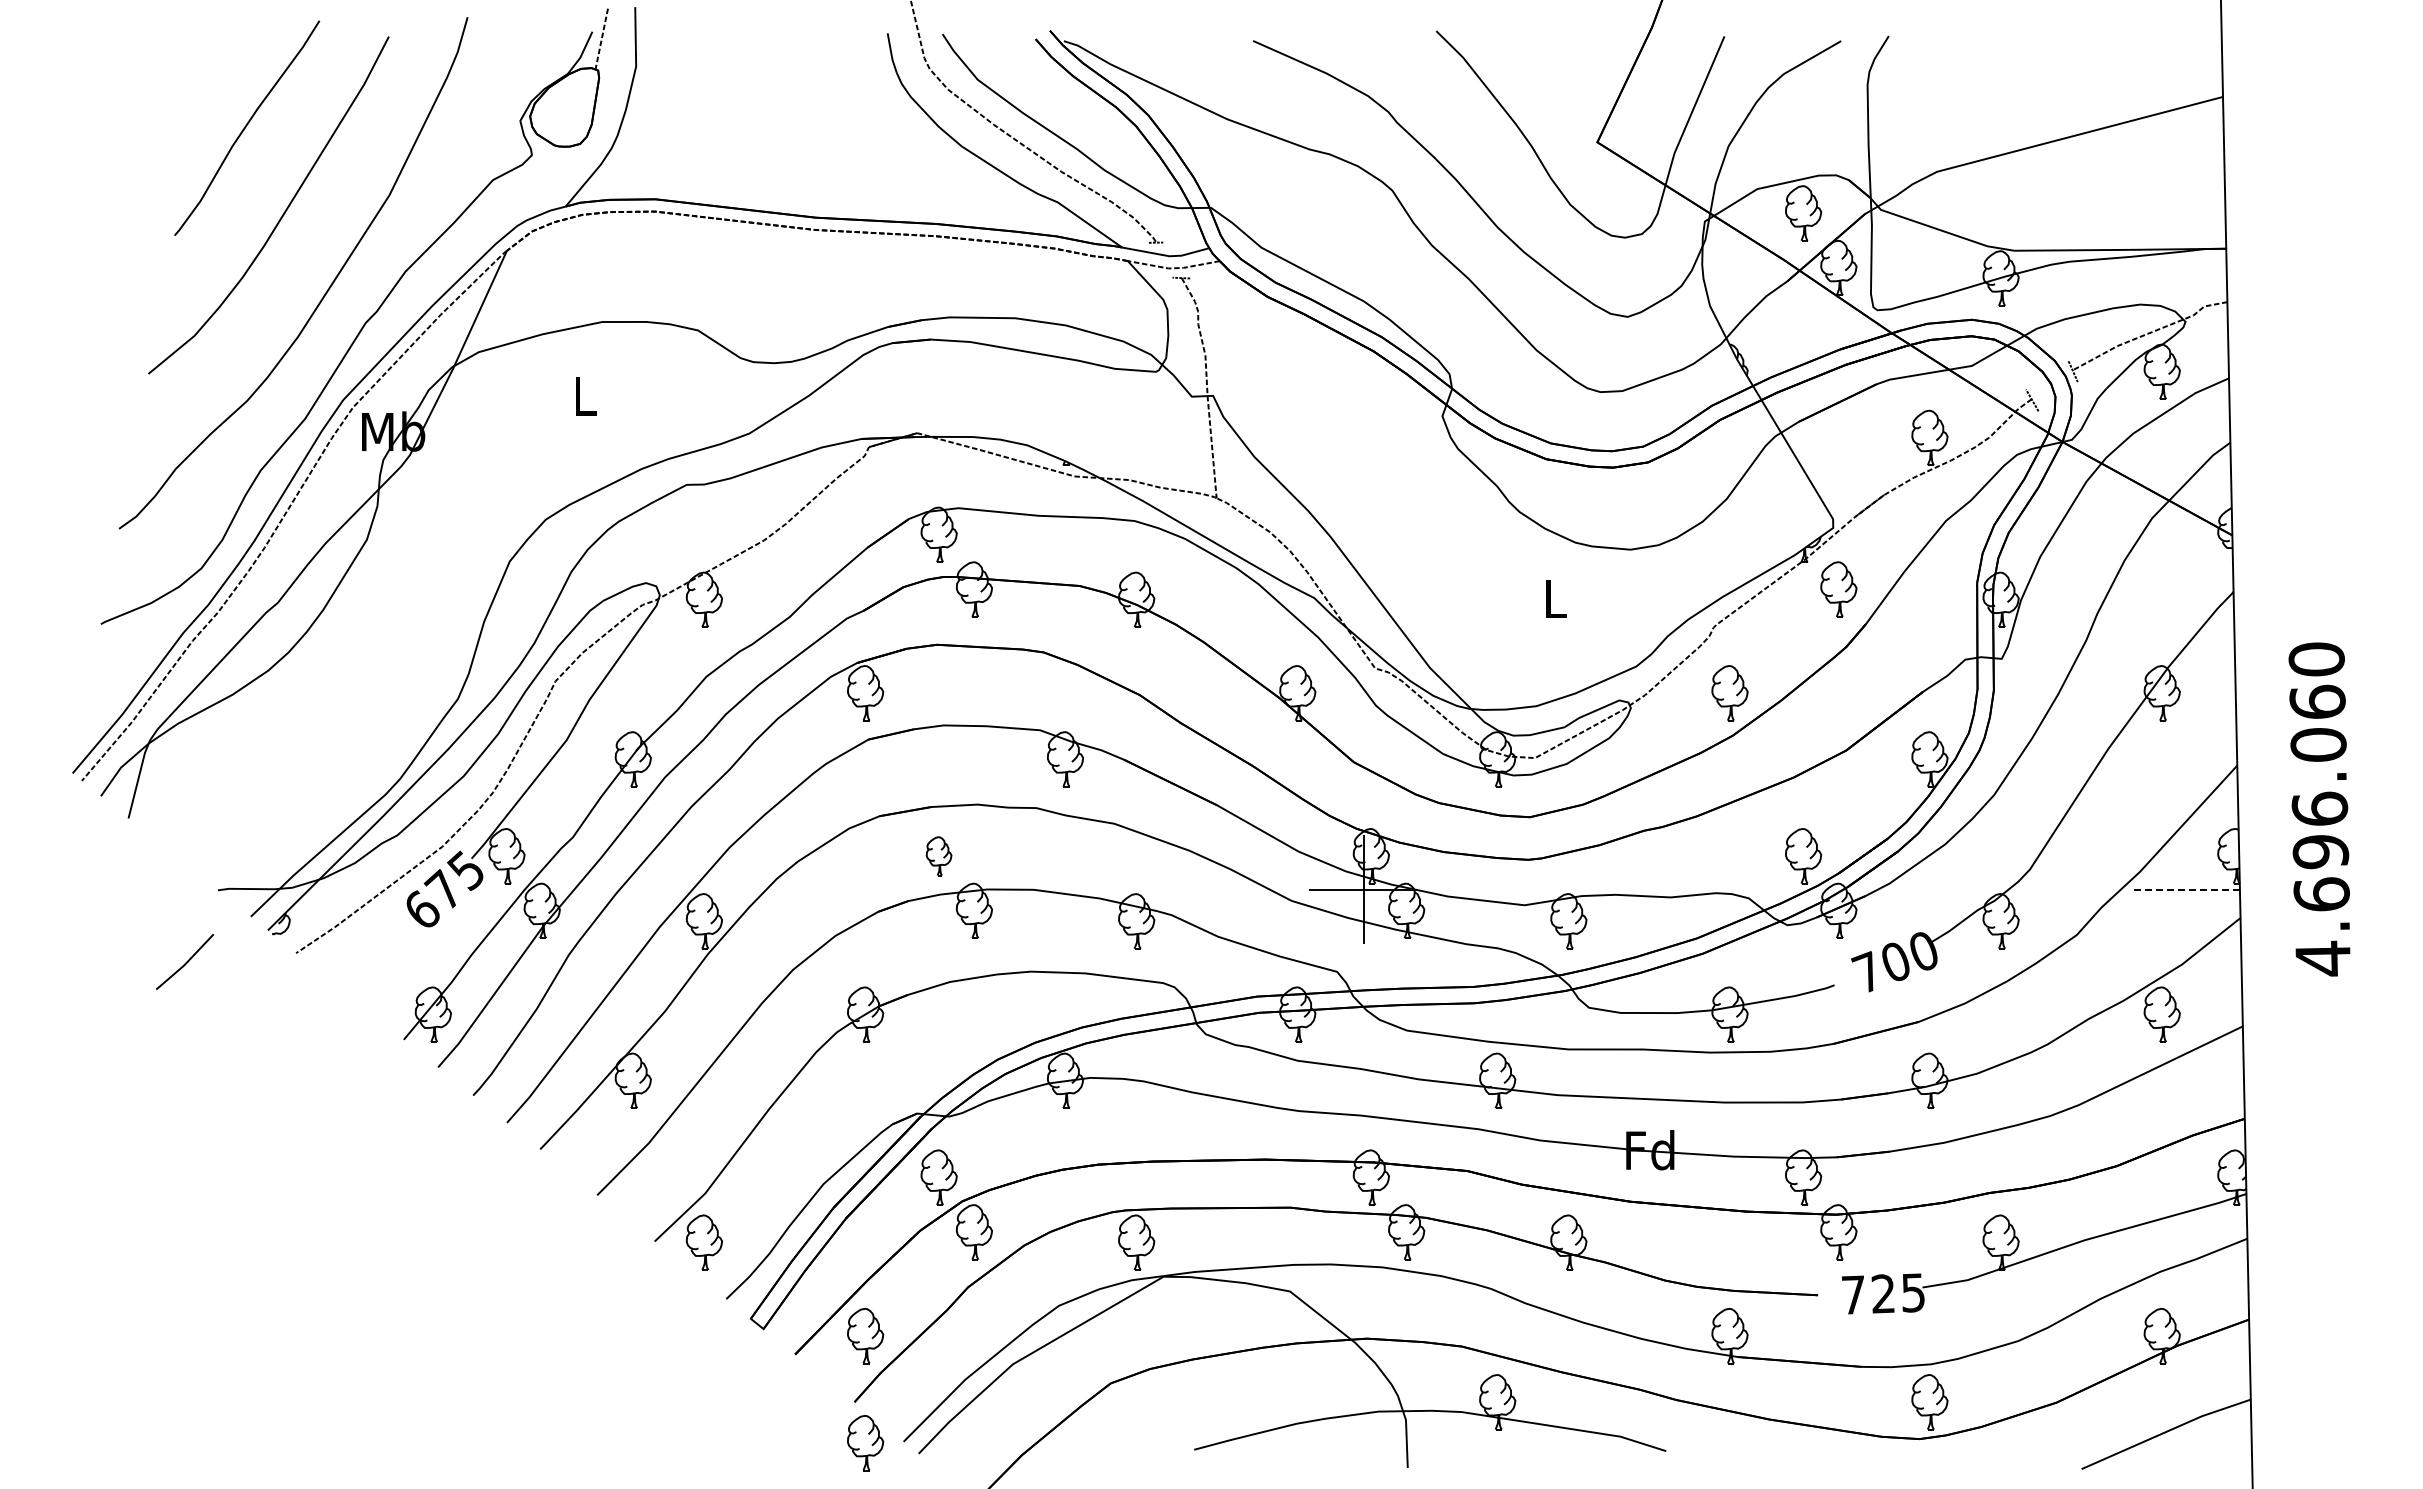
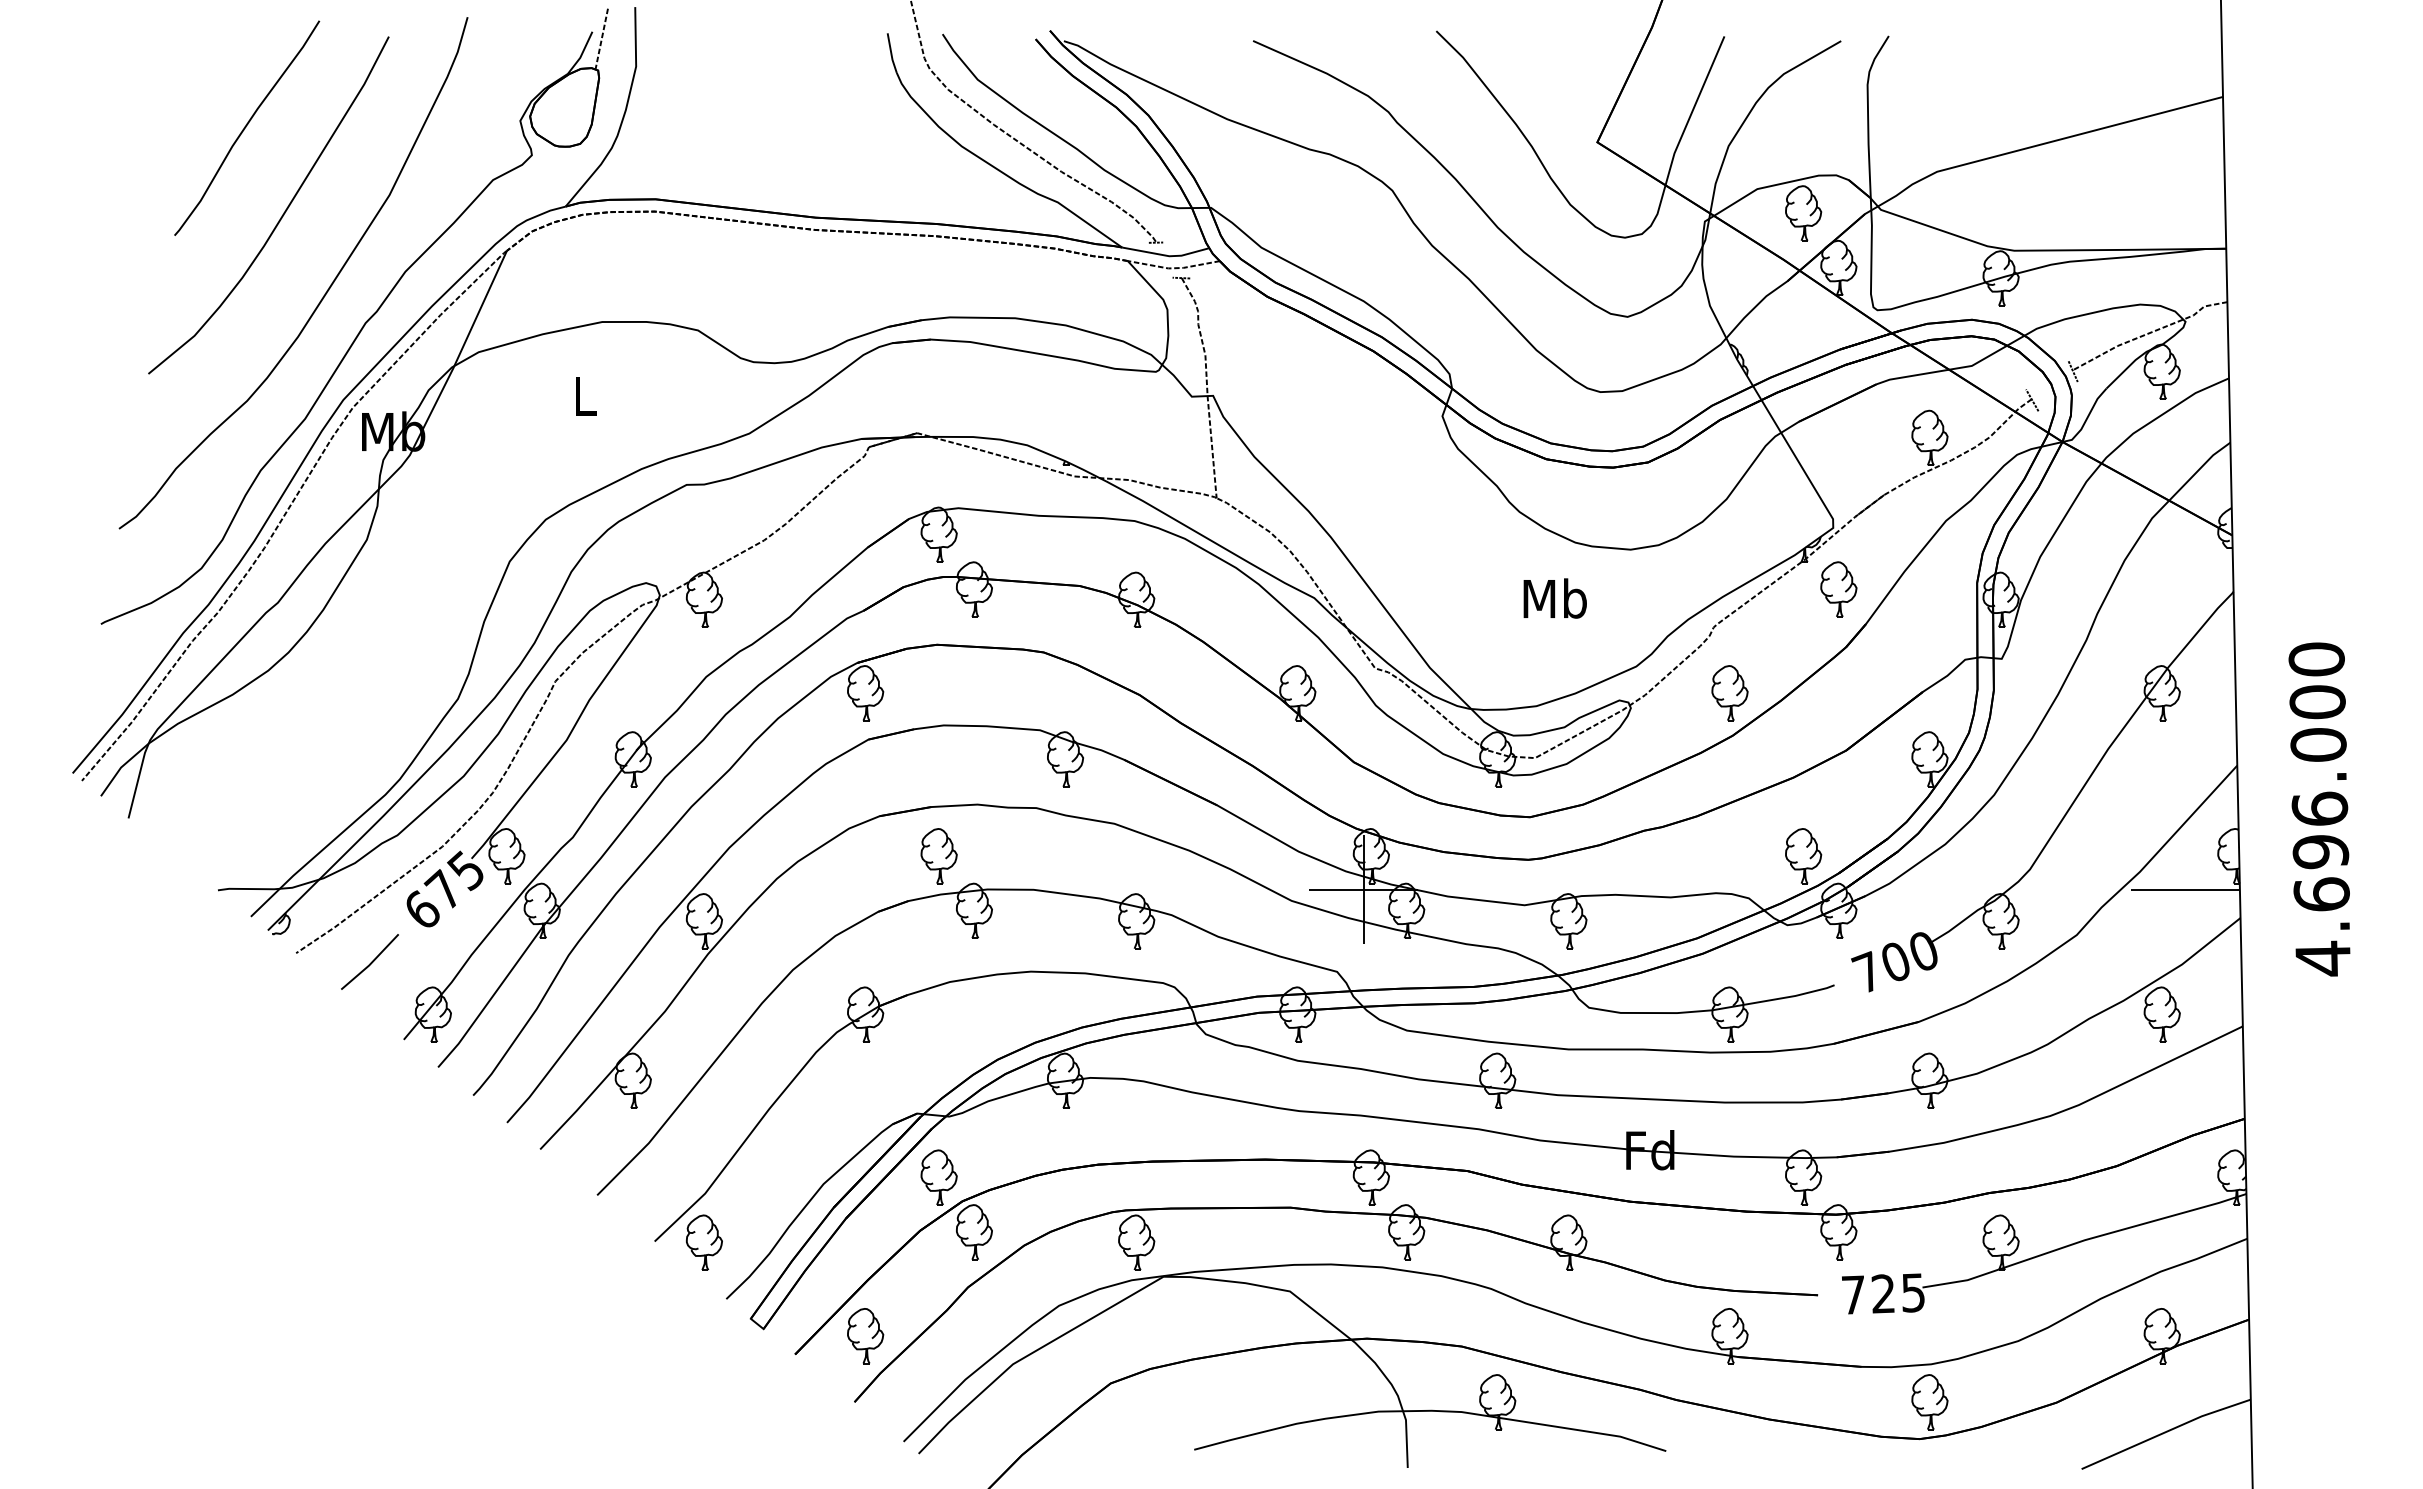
text at (1554, 598): L -> Mb
text at (2317, 701): 4.696.060 -> 4.696.000
part at (938, 856) size: 28x41 px -> 38x57 px
line at (2184, 889): dashed -> solid
line at (185, 962) position: (185, 962) -> (370, 962)
part at (865, 1443): present -> none
